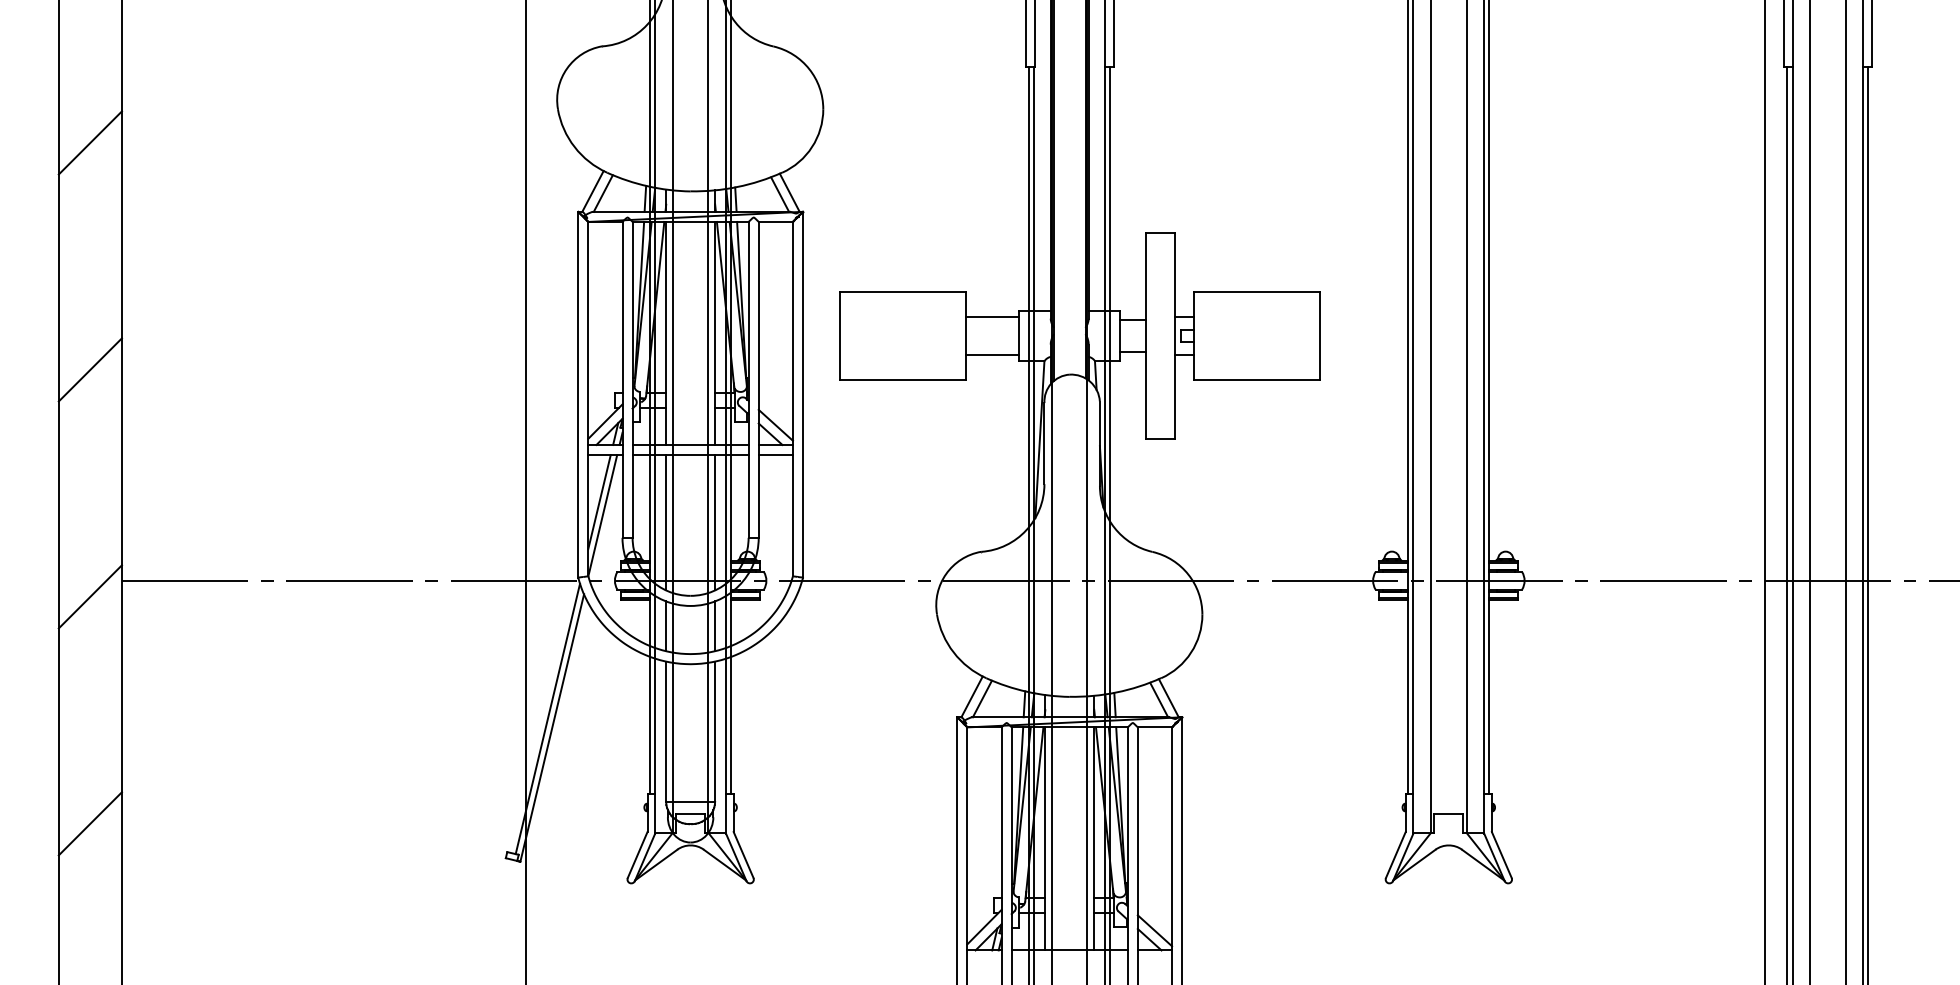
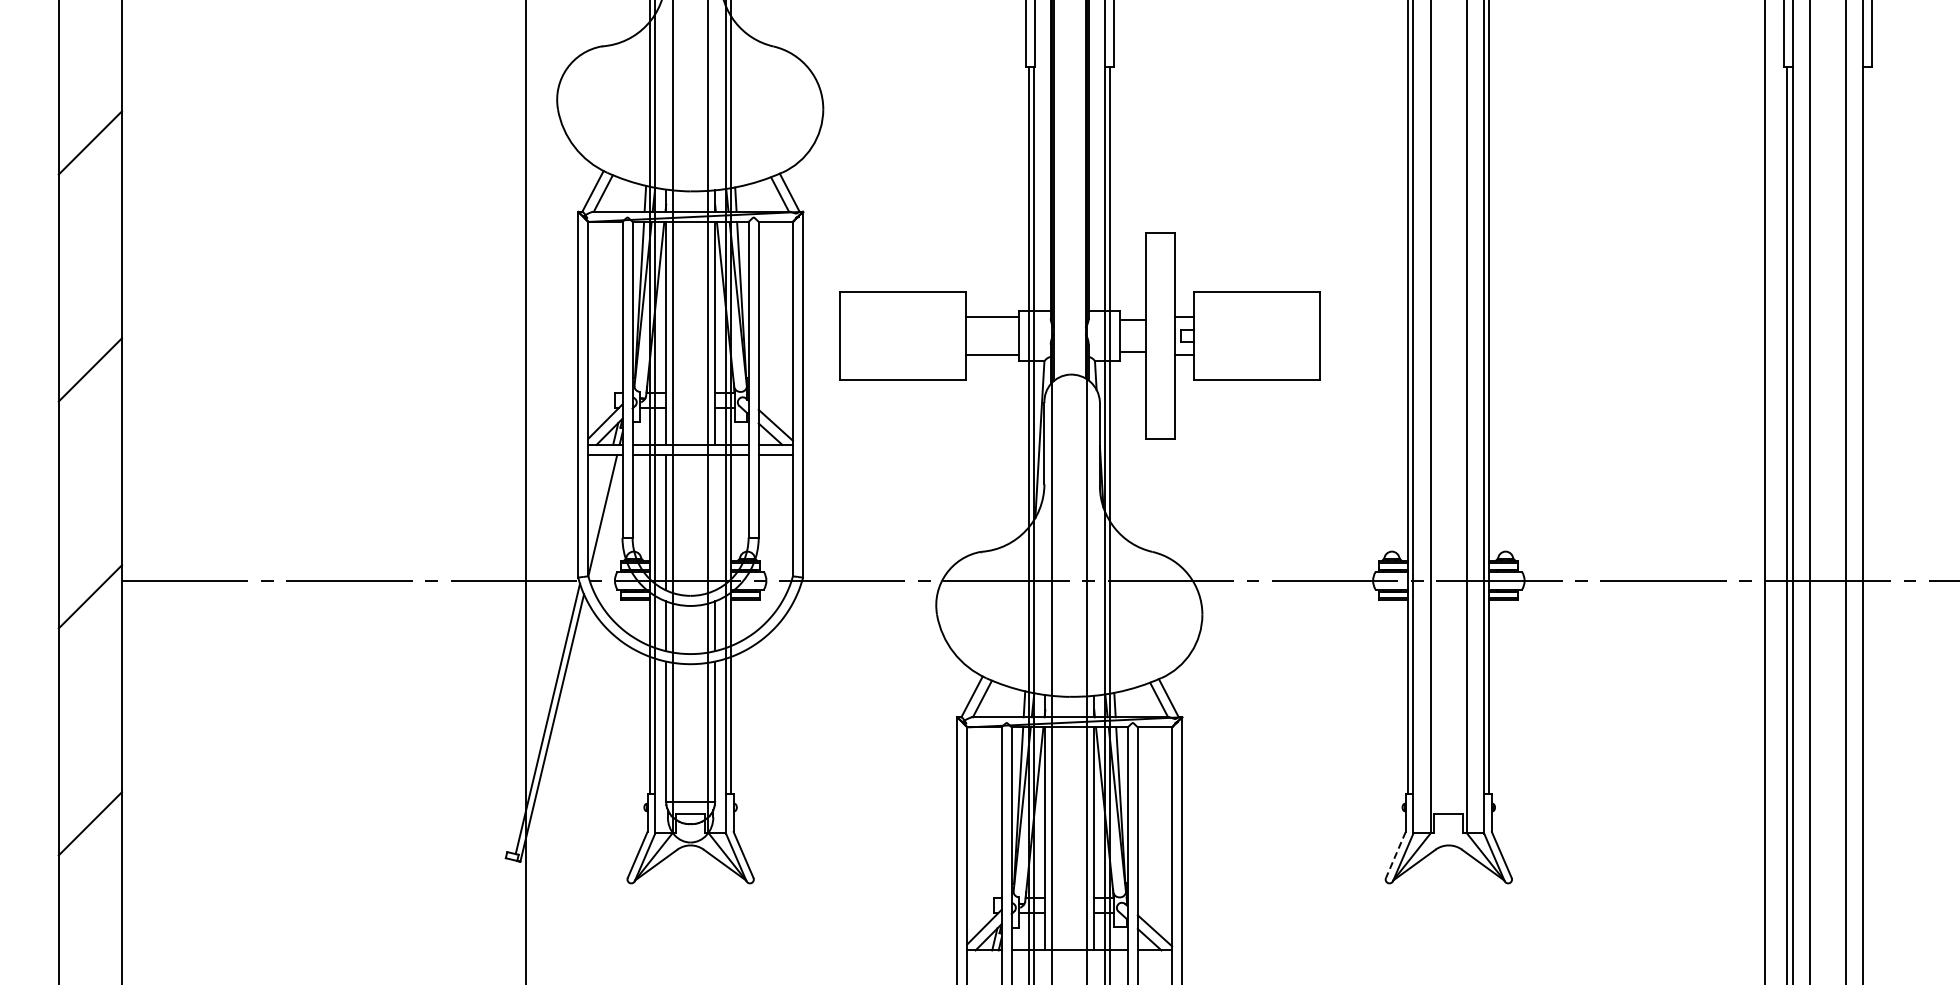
line at (599, 502): present -> none
line at (715, 522): present -> none
line at (1868, 523): present -> none
line at (1395, 855): solid -> dashed
